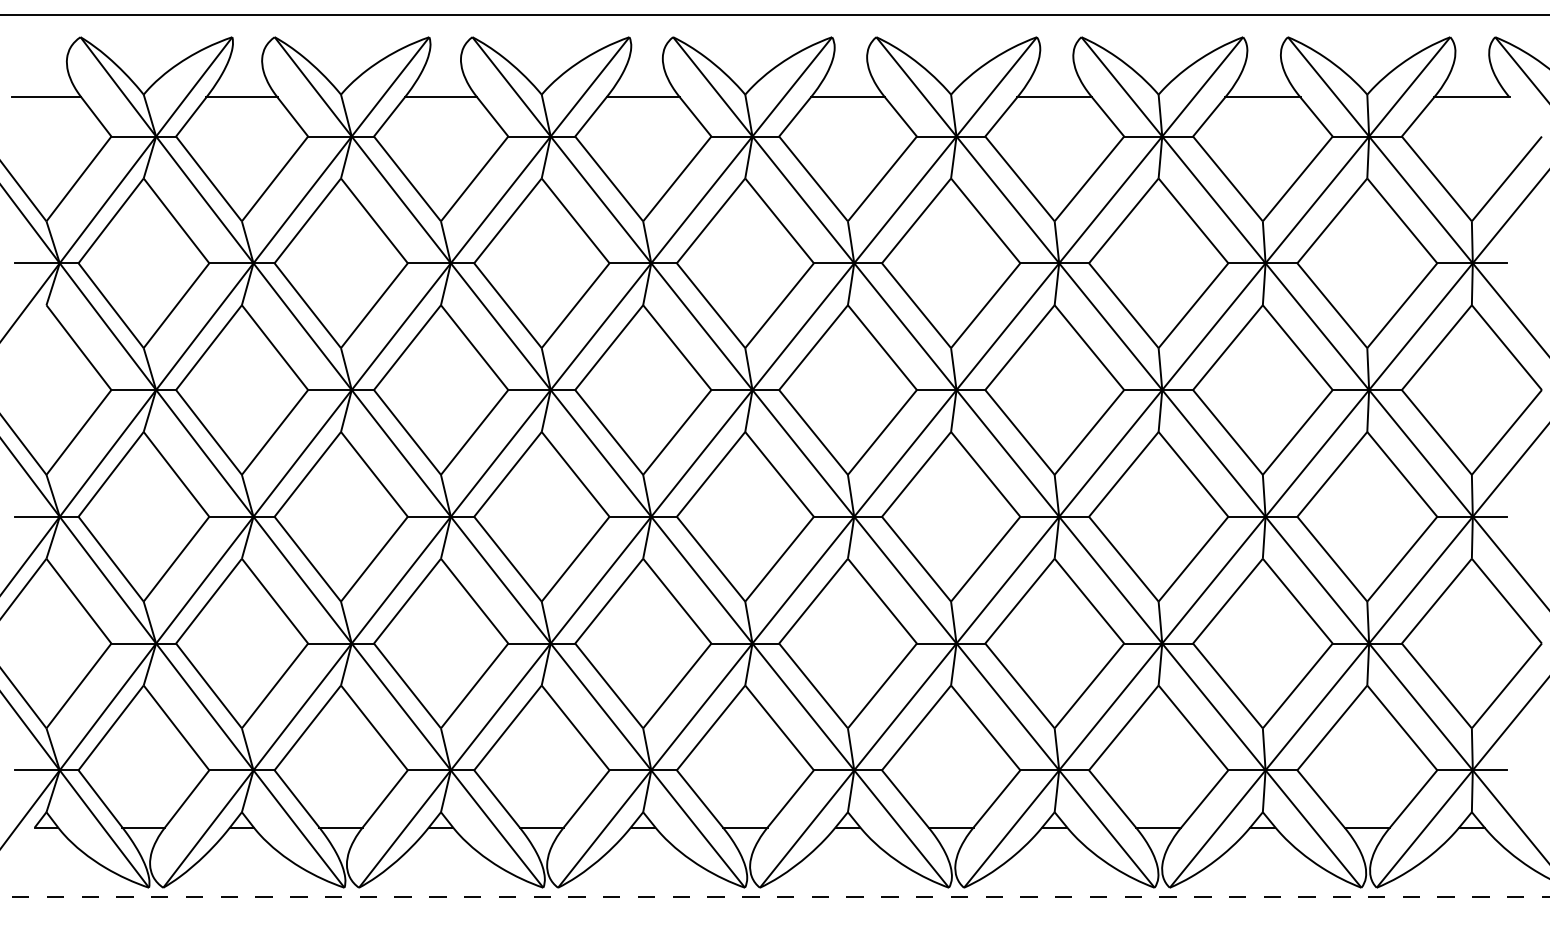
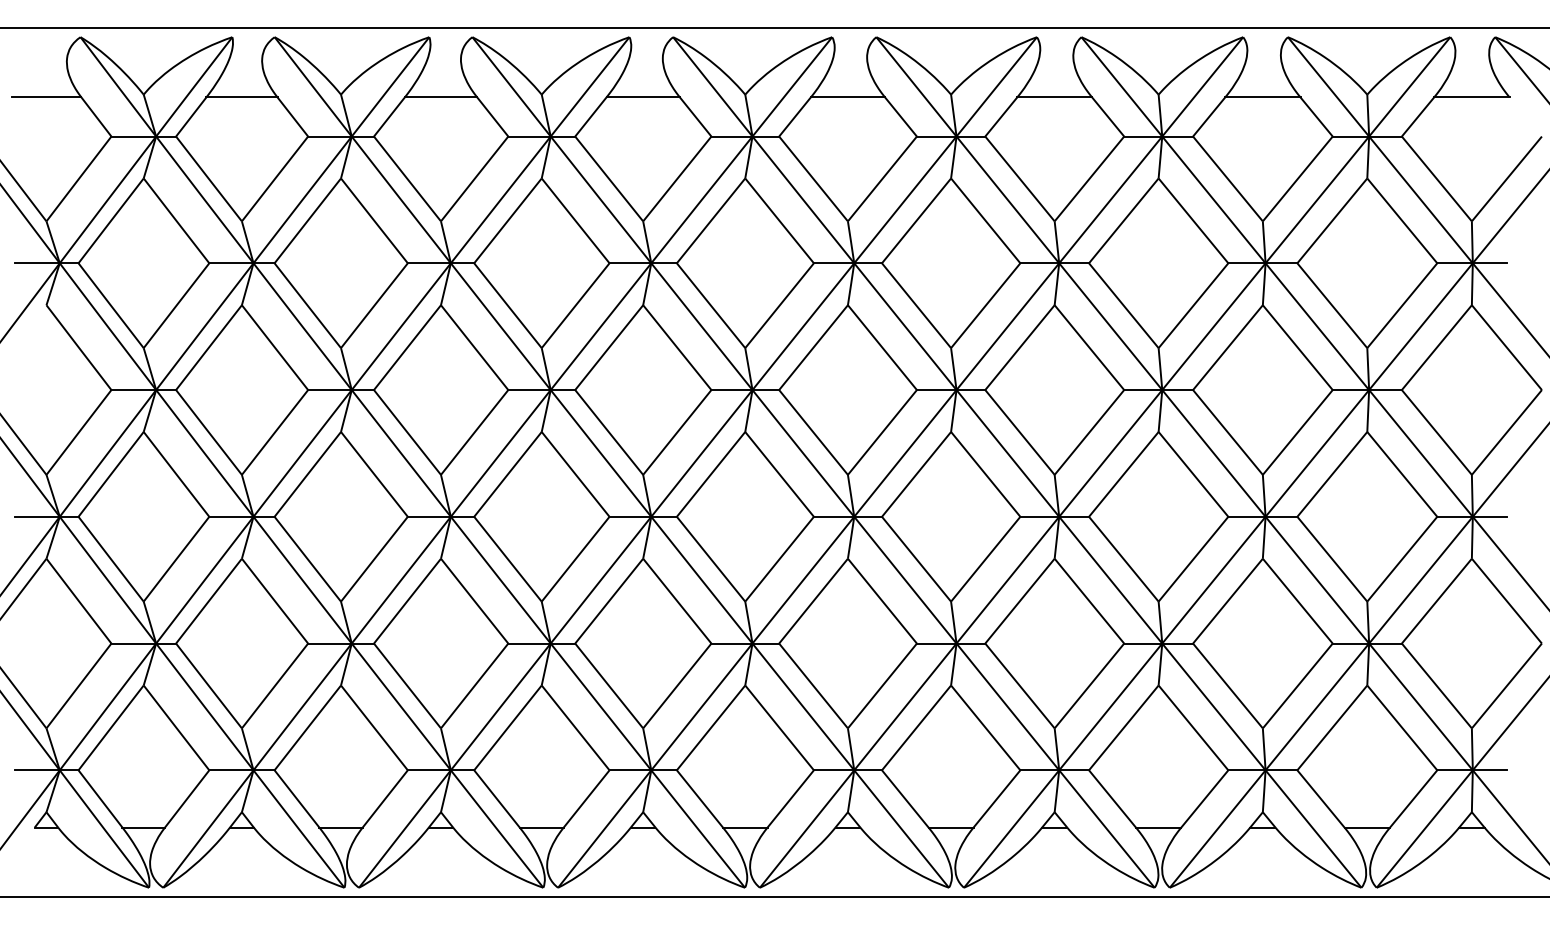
line at (774, 14) position: (774, 14) -> (774, 27)
line at (774, 897): dashed -> solid
